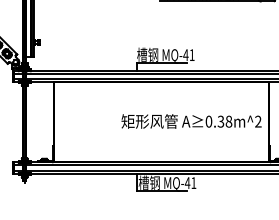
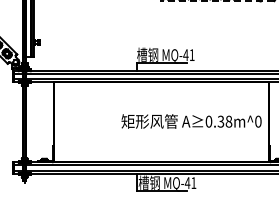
line at (216, 1): solid -> dashed
text at (258, 121): 2 -> 0
